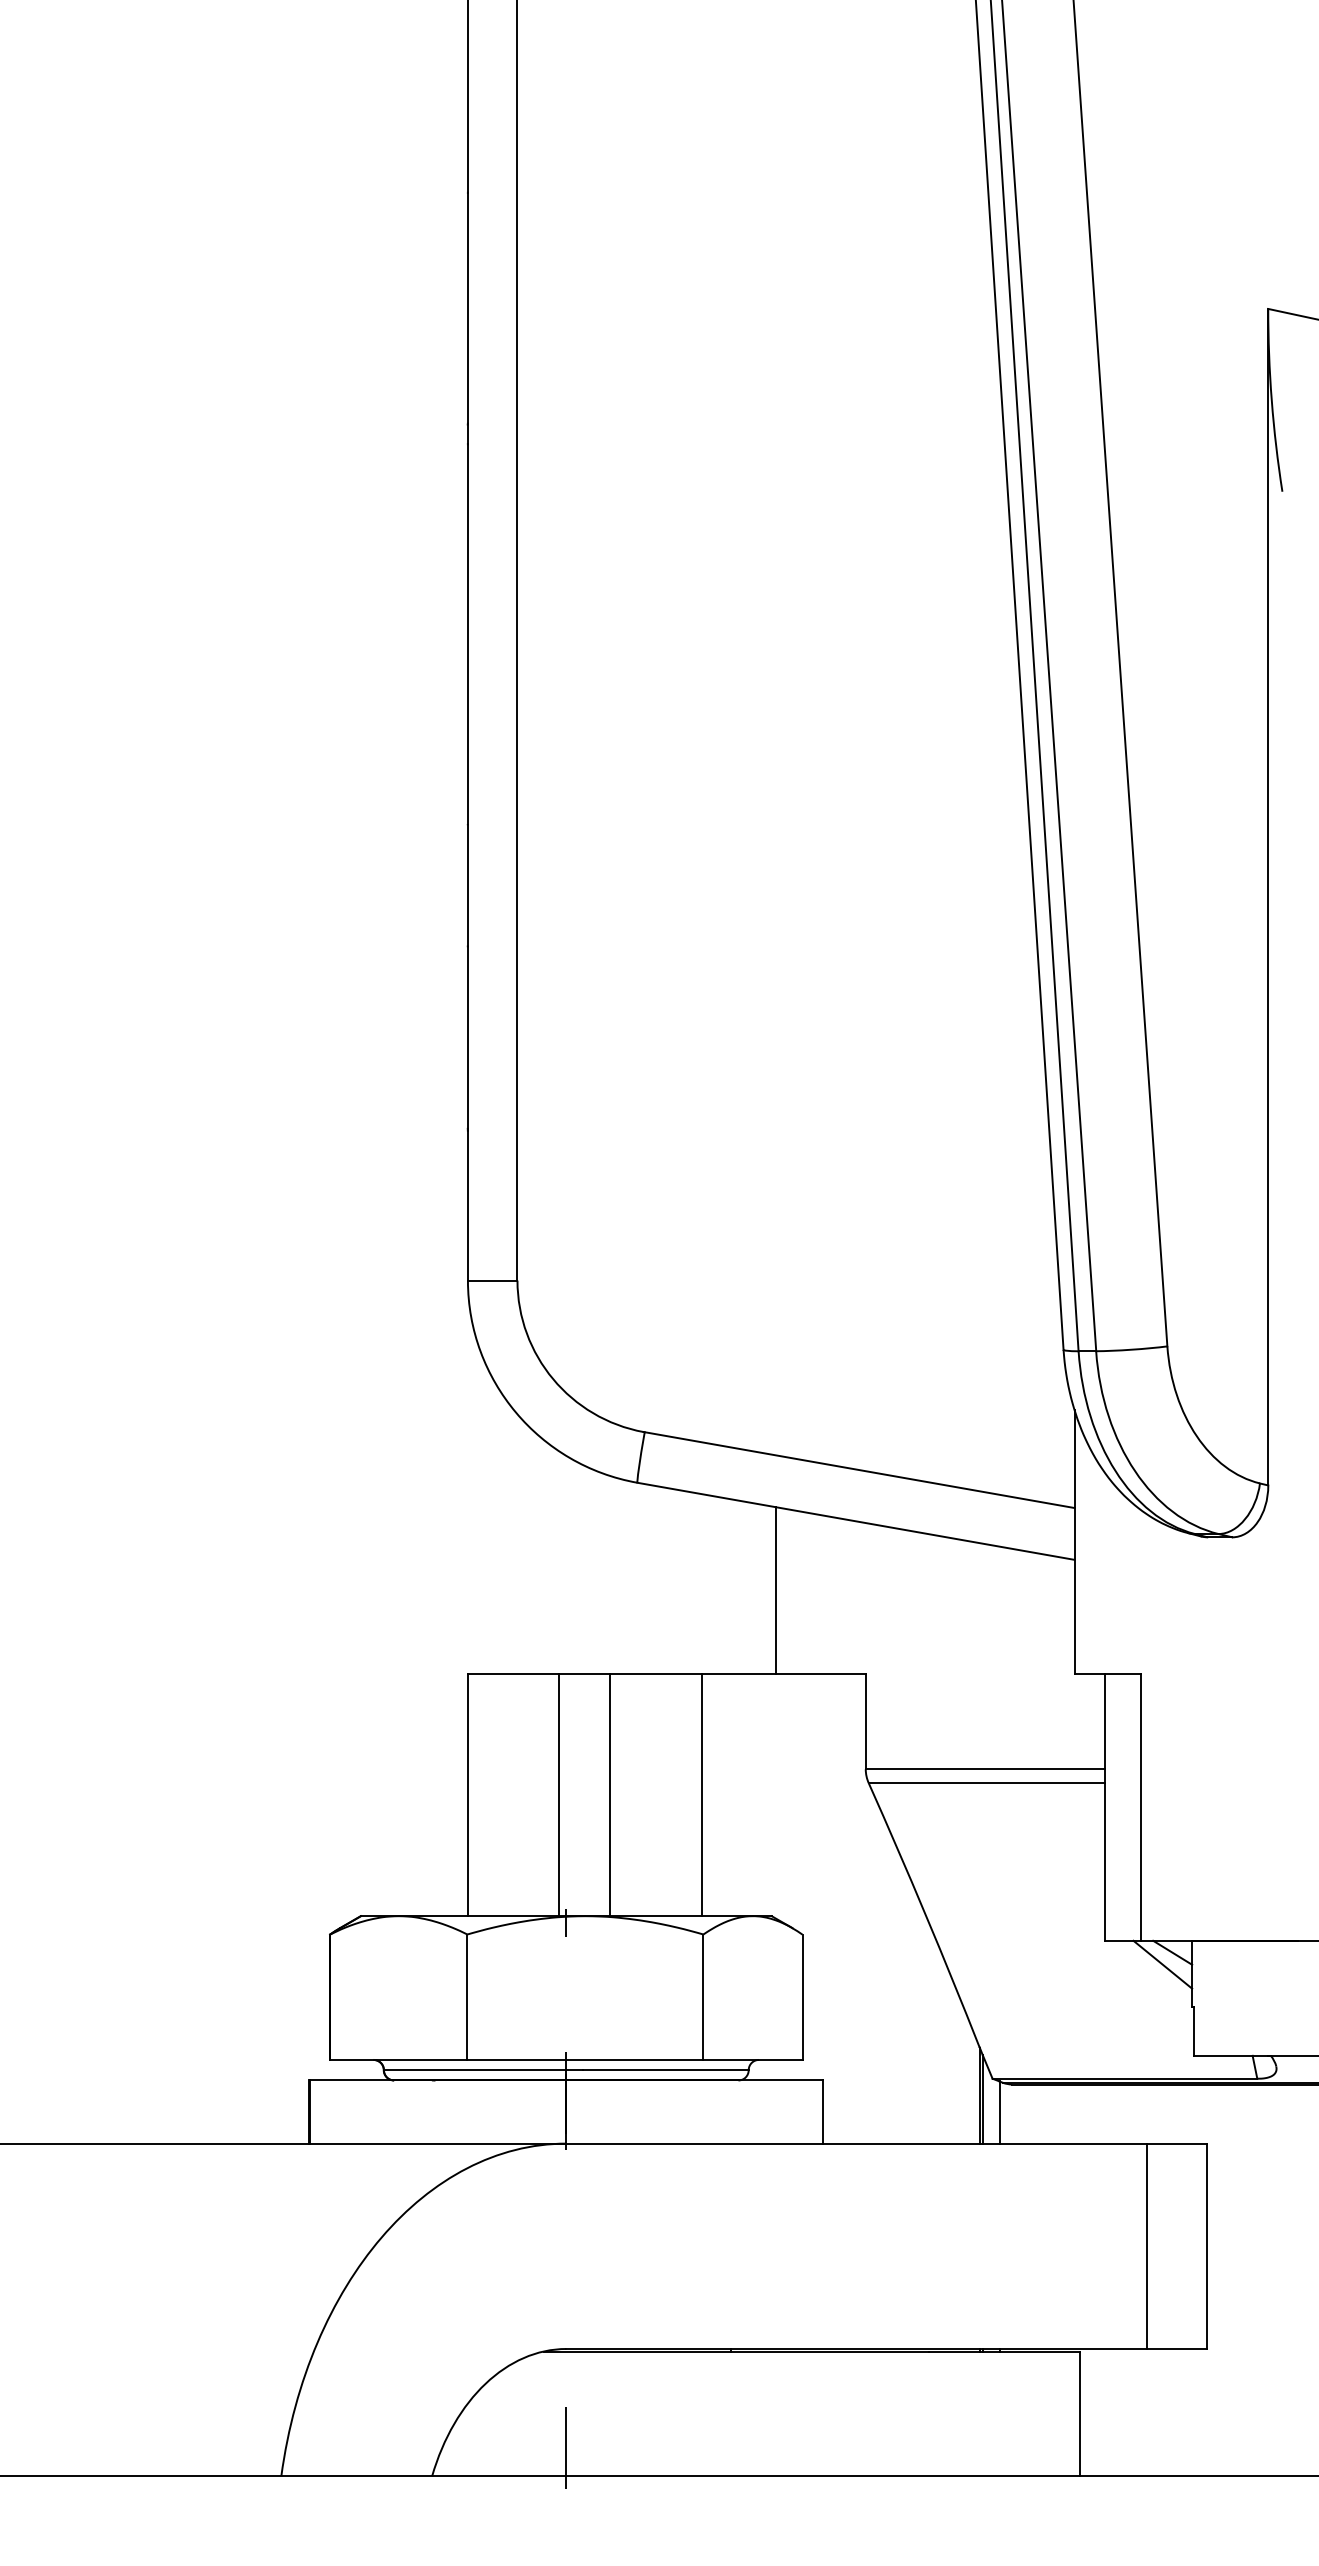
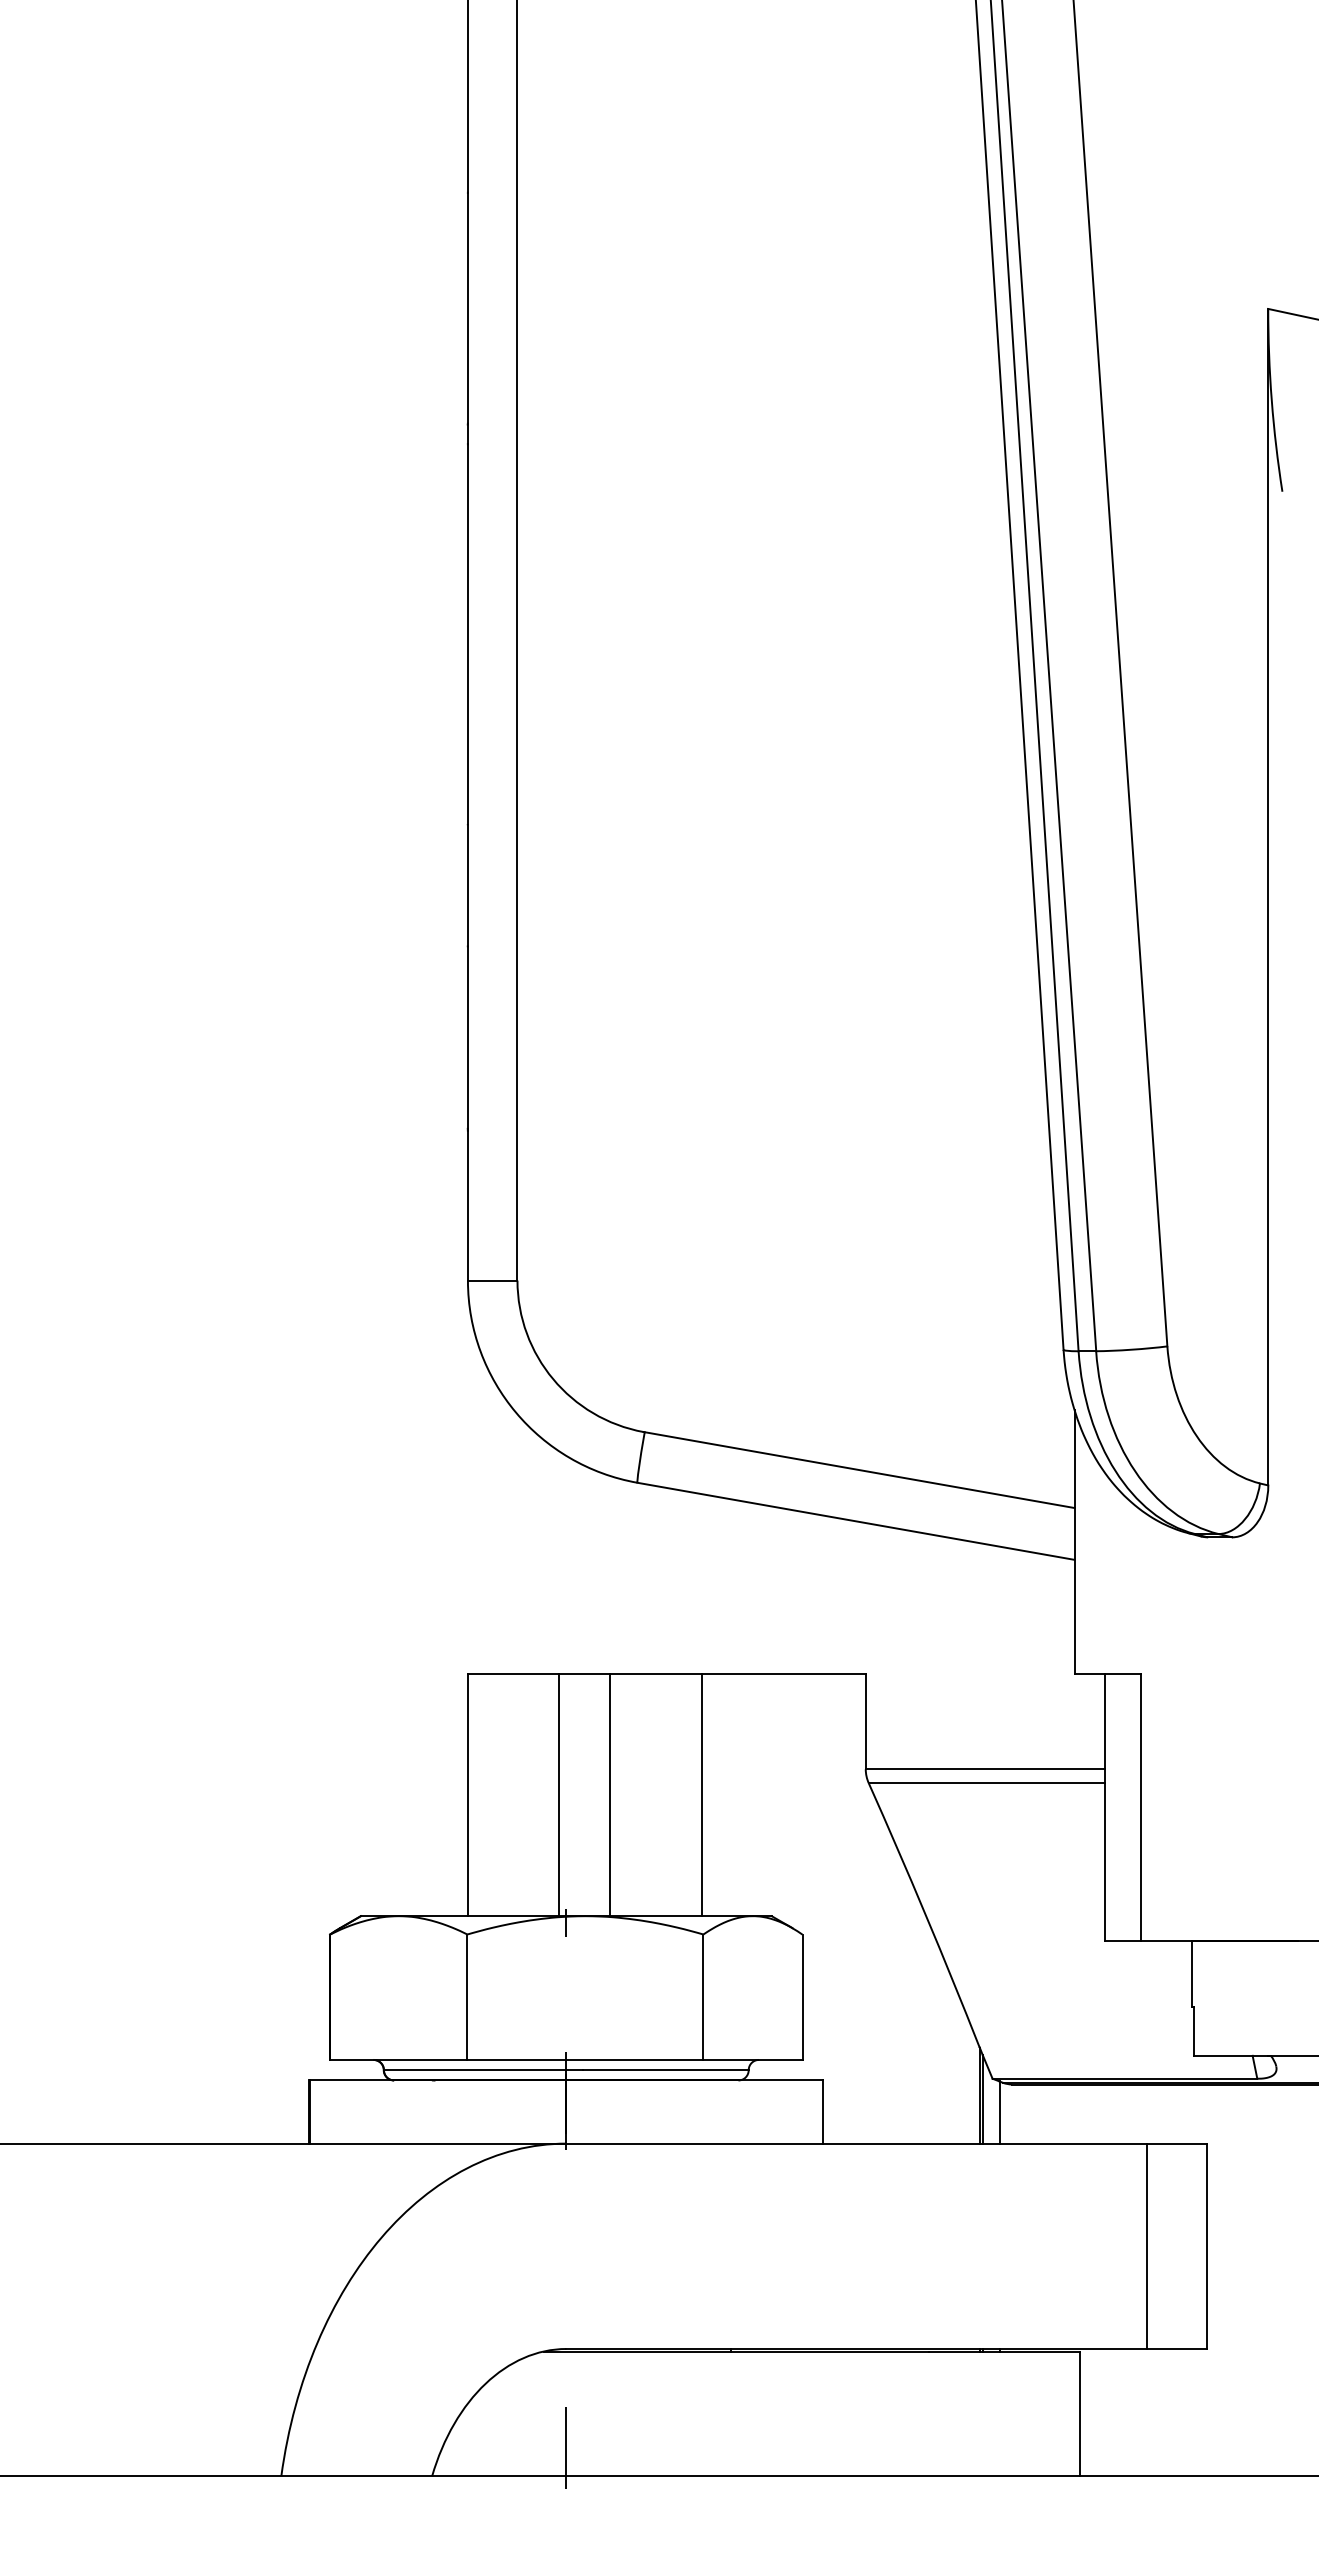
line at (775, 1590): present -> none
line at (1172, 1952): present -> none
line at (1162, 1964): present -> none
